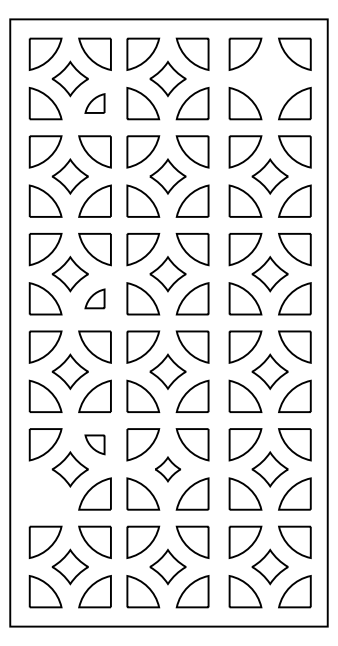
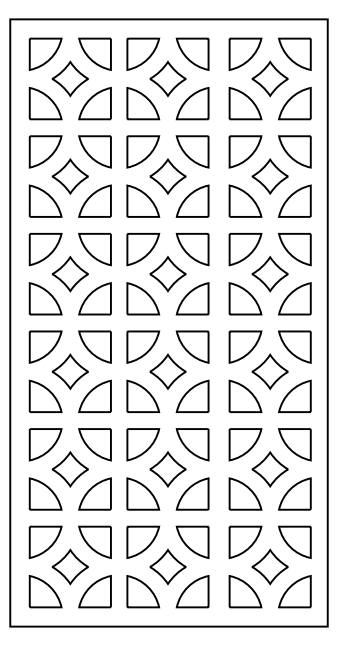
part at (269, 78): none -> present
part at (94, 103) size: 22x21 px -> 34x35 px
part at (94, 298) size: 22x22 px -> 34x34 px
part at (94, 444) size: 22x22 px -> 34x34 px
part at (167, 469) size: 26x27 px -> 38x37 px
part at (45, 493): none -> present
